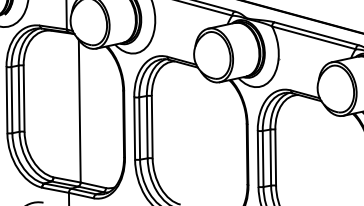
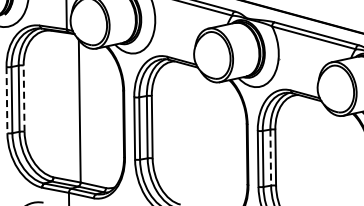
line at (24, 98): solid -> dashed
line at (6, 100): solid -> dashed
line at (270, 158): solid -> dashed
